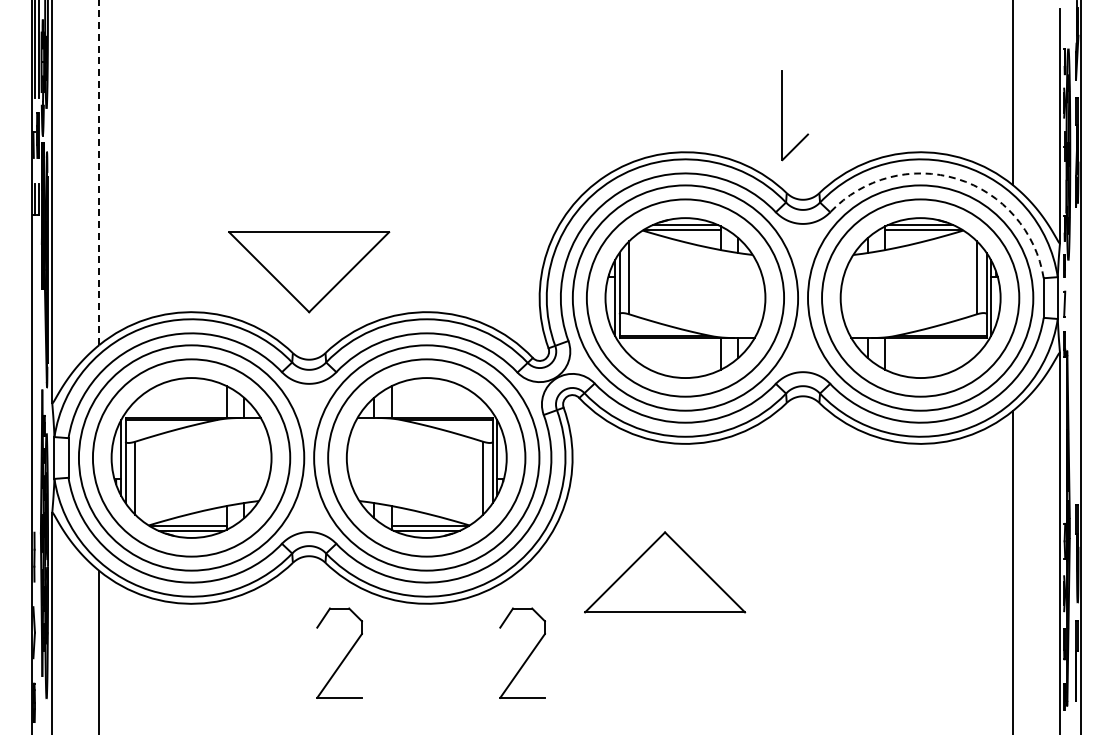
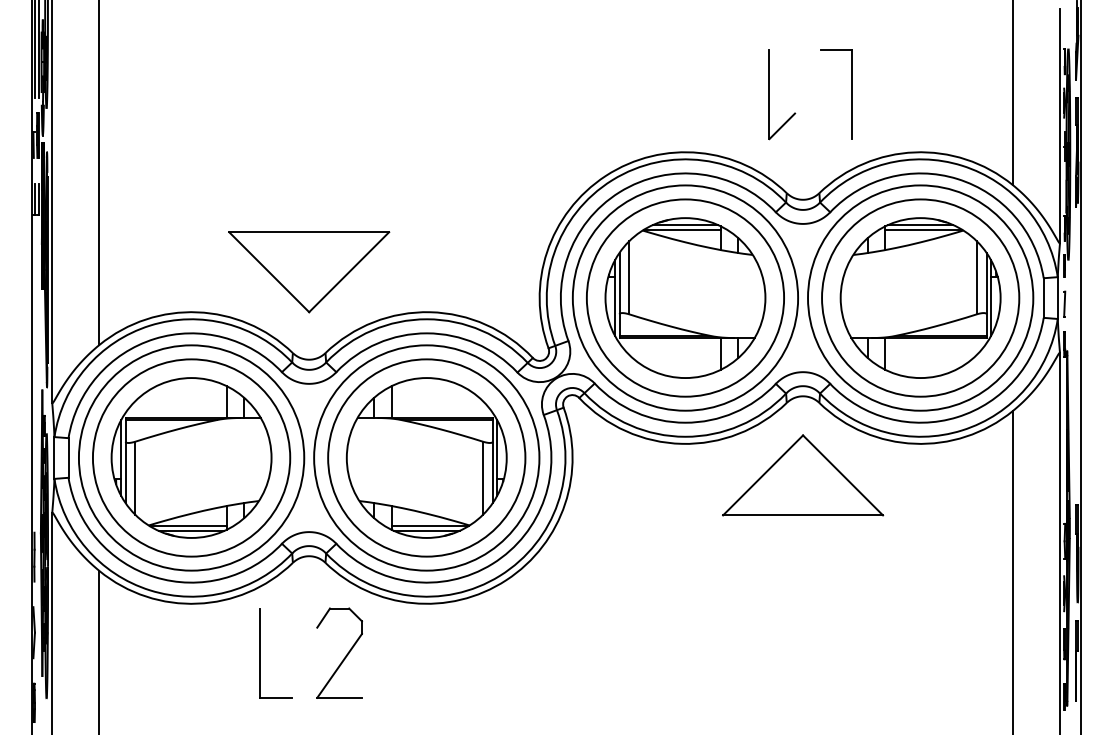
part at (851, 94): none -> present
part at (782, 115) position: (782, 115) -> (769, 94)
line at (99, 172): dashed -> solid
arc at (957, 179): dashed -> solid
part at (665, 572) position: (665, 572) -> (803, 475)
part at (260, 653): none -> present
part at (528, 655): present -> none
